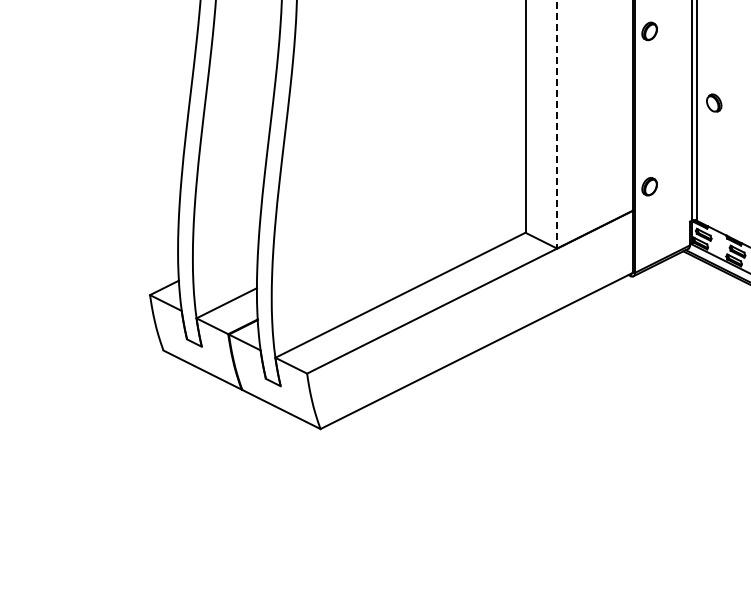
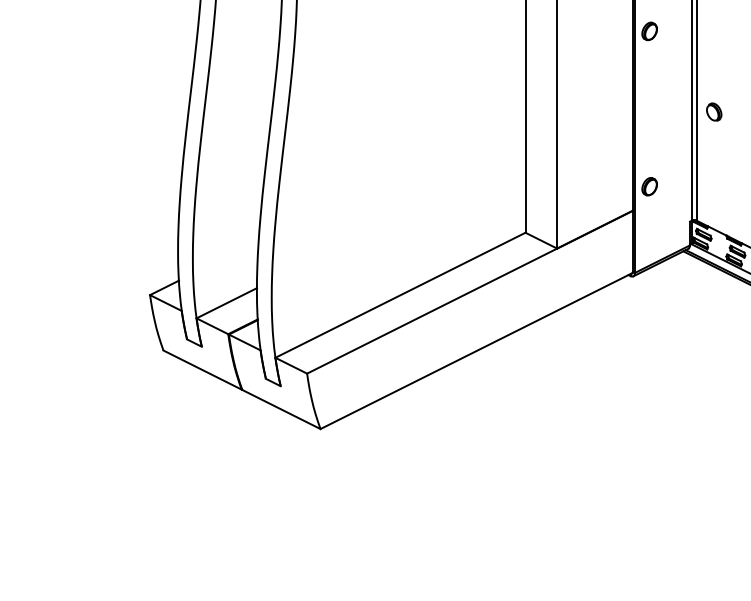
part at (714, 102) position: (714, 102) -> (714, 111)
line at (557, 124): dashed -> solid
